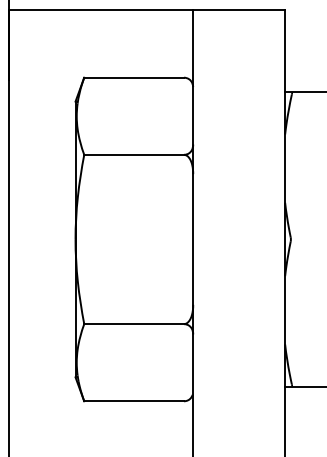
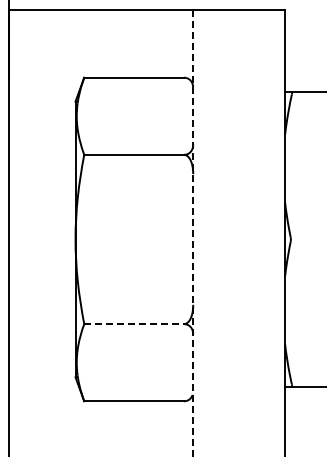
line at (193, 233): solid -> dashed
line at (134, 324): solid -> dashed
